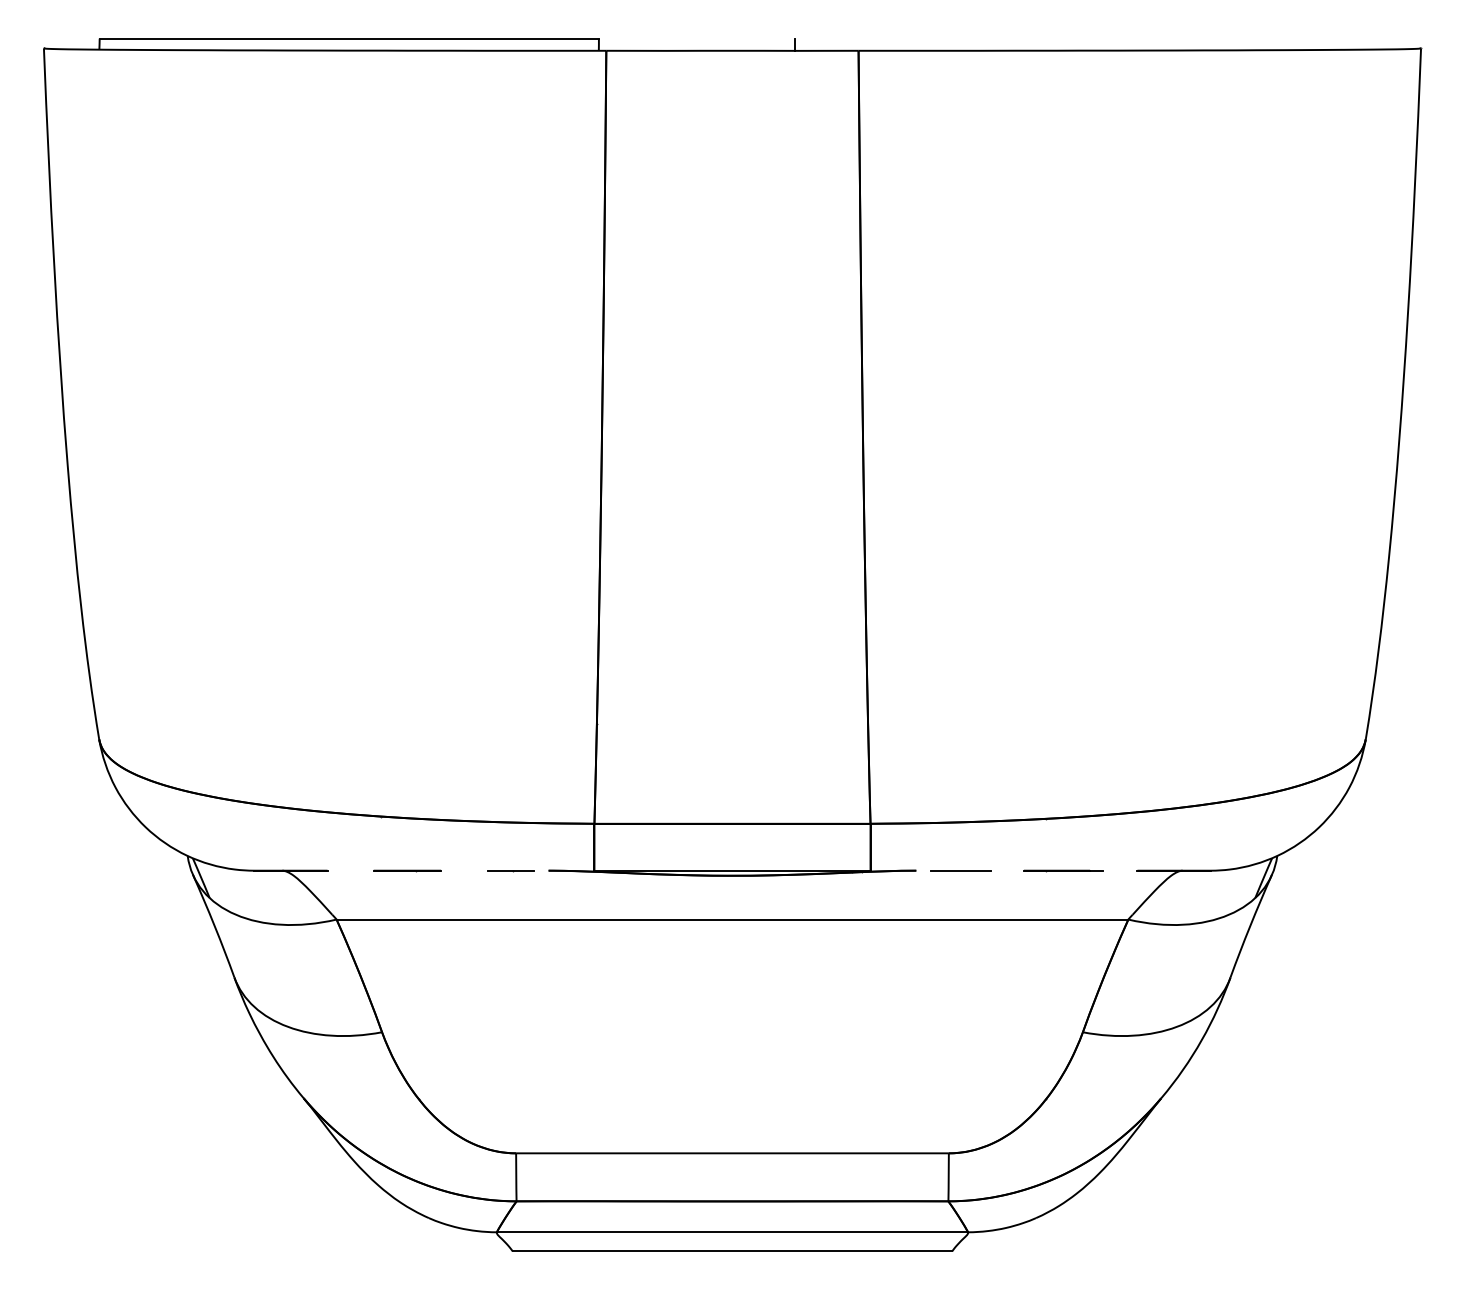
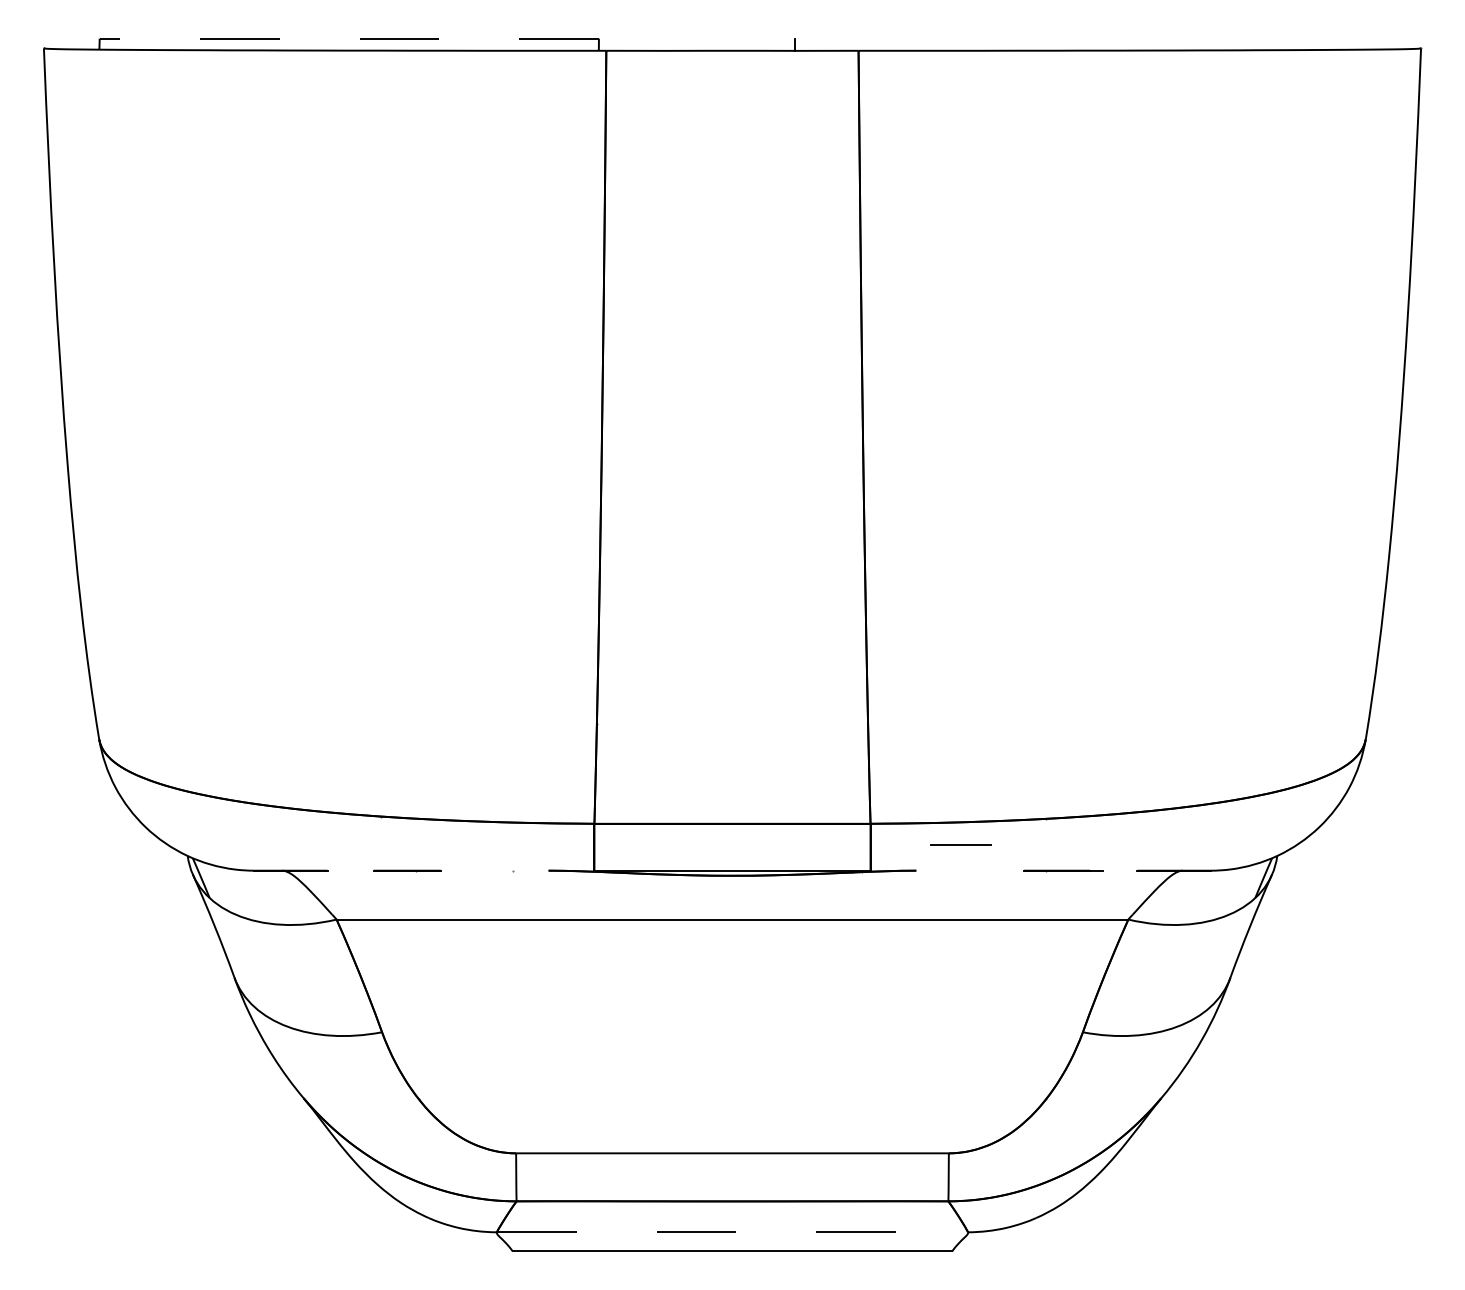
line at (349, 38): solid -> dashed
line at (510, 870): present -> none
line at (960, 870) position: (960, 870) -> (960, 844)
line at (732, 1232): solid -> dashed
